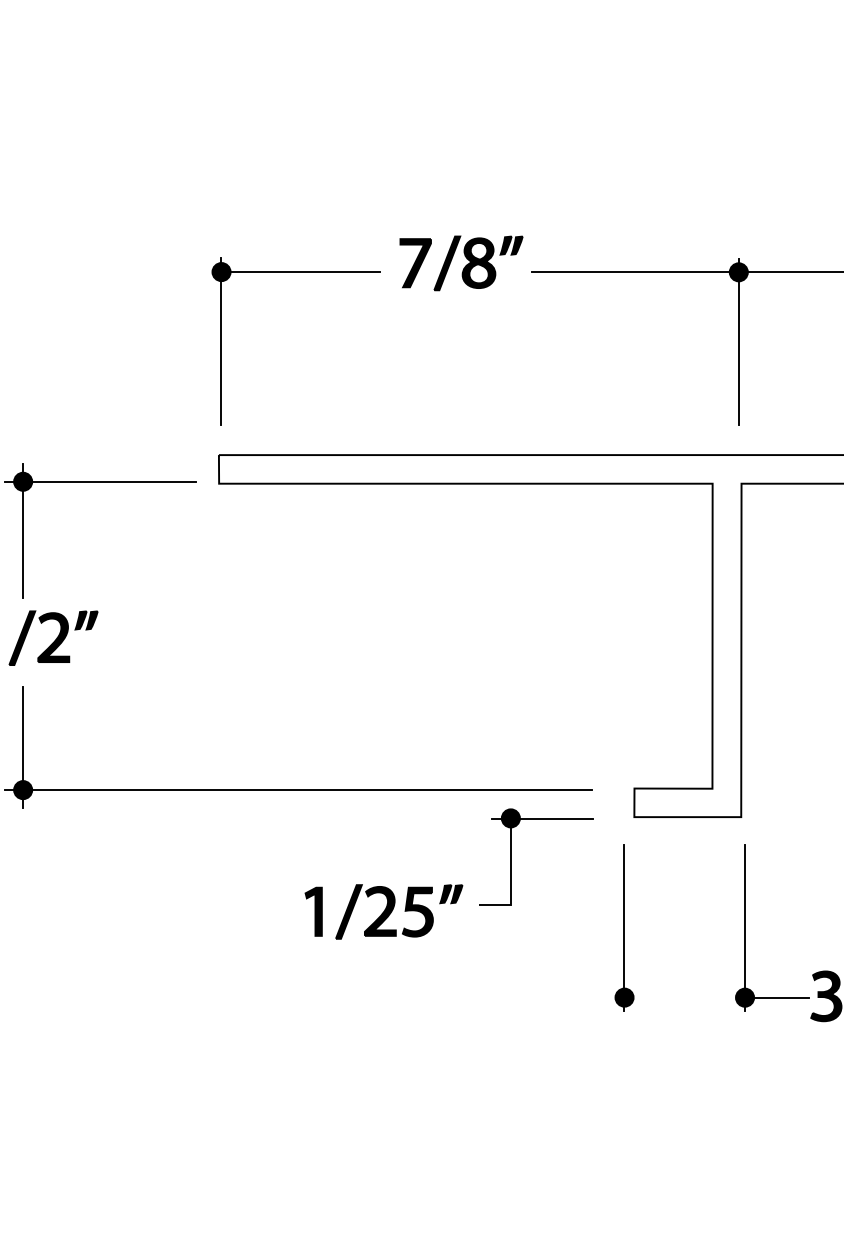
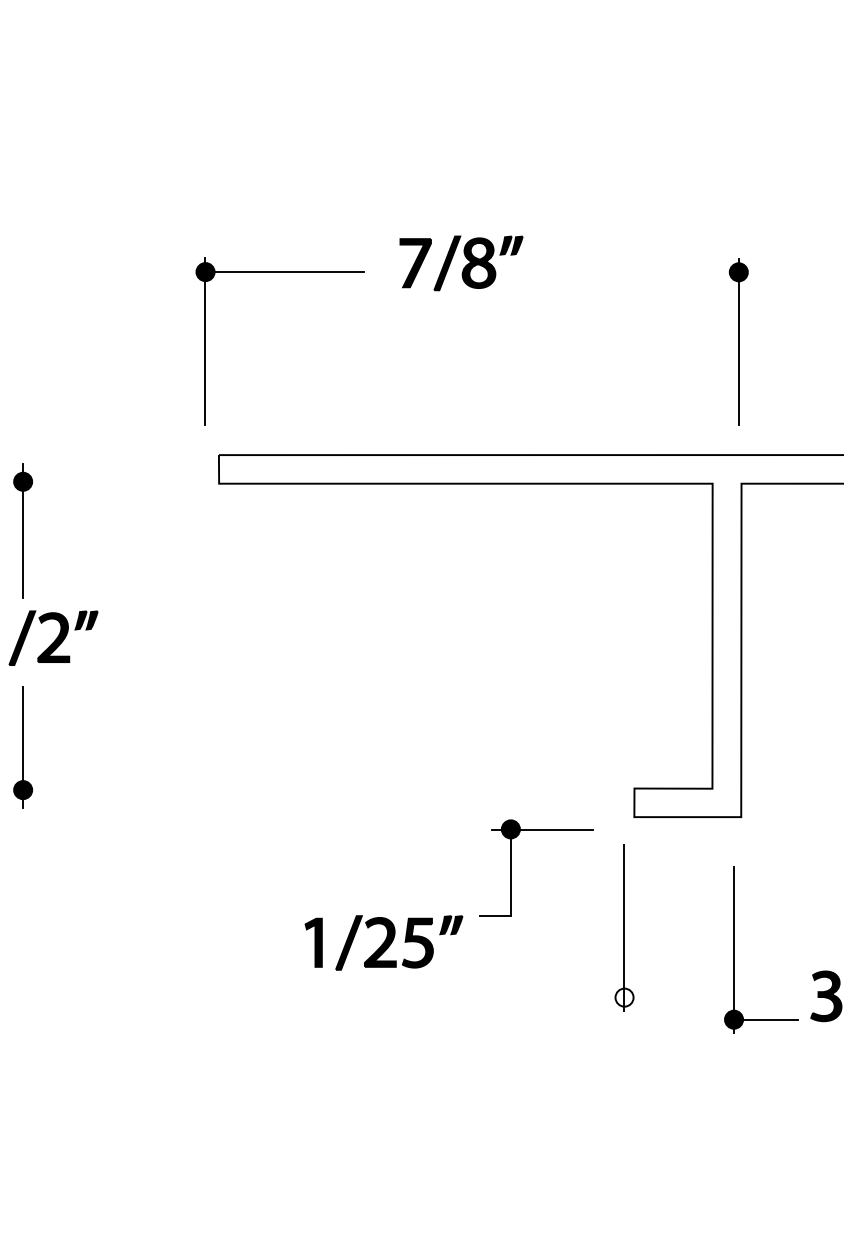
part at (295, 272) position: (295, 272) -> (279, 272)
line at (685, 272): present -> none
line at (100, 481): present -> none
line at (298, 789): present -> none
part at (511, 856) position: (511, 856) -> (511, 867)
part at (383, 911) position: (383, 911) -> (383, 942)
part at (745, 927) position: (745, 927) -> (734, 949)
fill at (624, 997): present -> none
